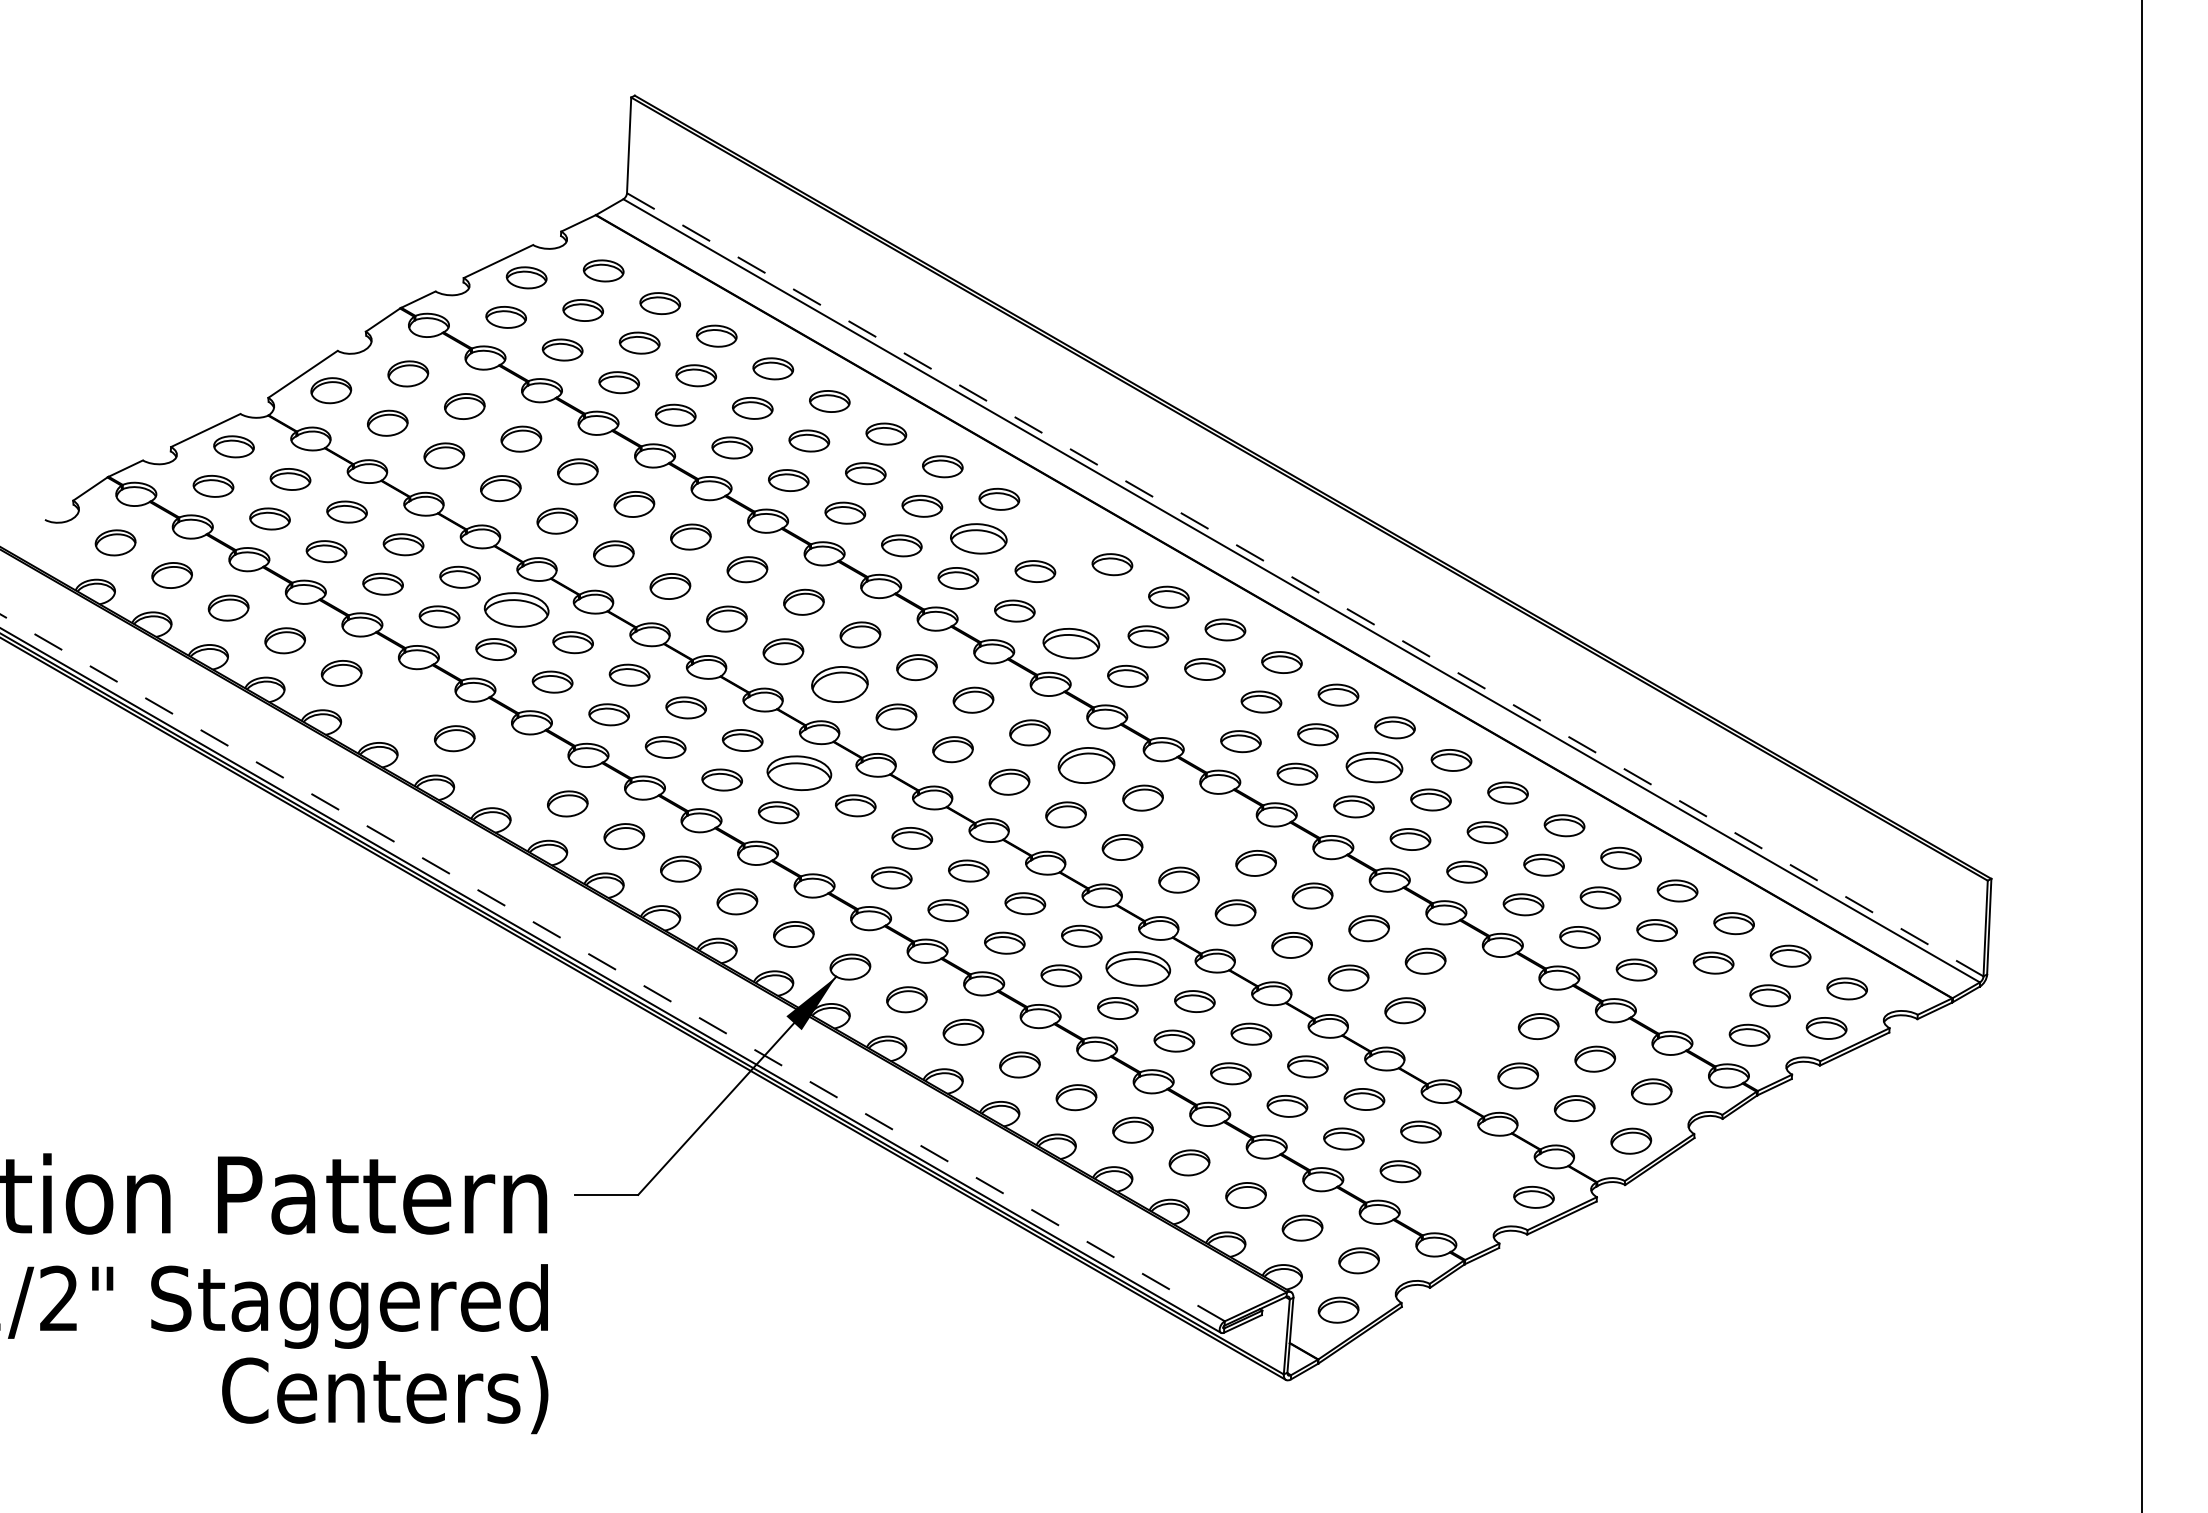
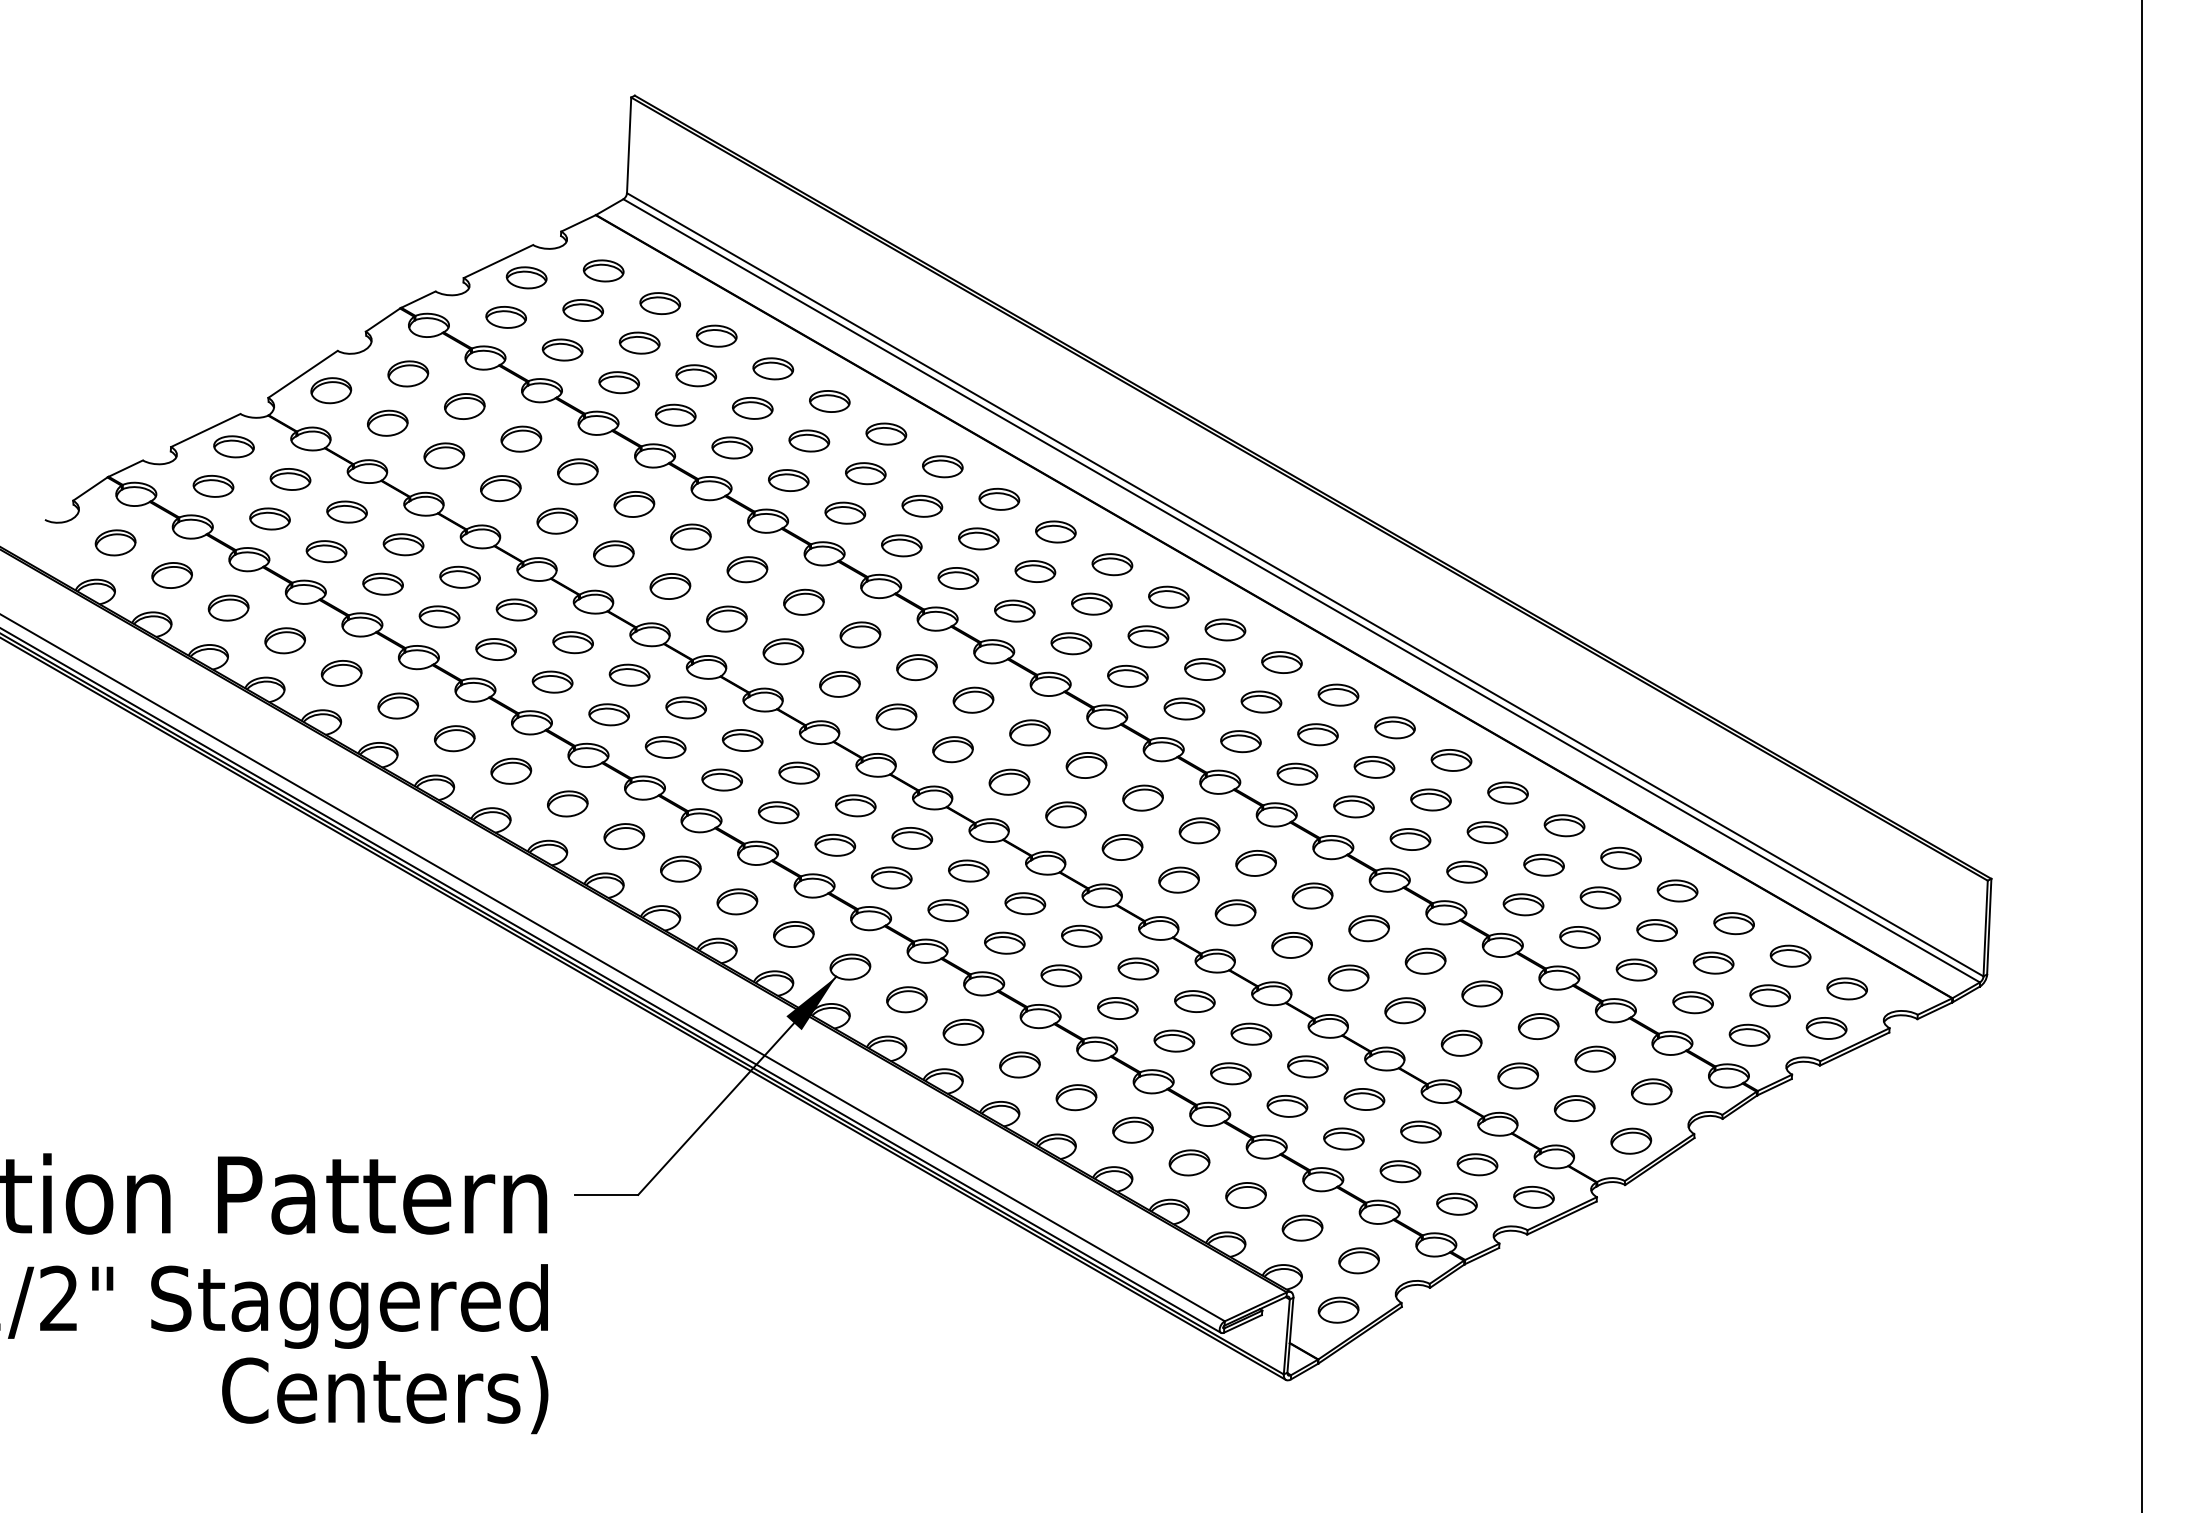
part at (1055, 531): none -> present
part at (978, 538) size: 58x32 px -> 42x24 px
line at (1305, 585): dashed -> solid
part at (1091, 603): none -> present
part at (516, 609) size: 67x36 px -> 43x24 px
part at (1071, 643) size: 59x32 px -> 43x24 px
part at (839, 684) size: 58x37 px -> 42x28 px
part at (398, 705): none -> present
part at (1184, 708): none -> present
part at (1086, 765) size: 59x37 px -> 43x27 px
part at (1374, 767) size: 59x33 px -> 43x24 px
part at (511, 770): none -> present
part at (799, 772) size: 67x36 px -> 42x24 px
part at (1199, 830): none -> present
part at (835, 844): none -> present
line at (612, 967): dashed -> solid
part at (1138, 968) size: 67x36 px -> 43x24 px
part at (1482, 993): none -> present
part at (1692, 1002): none -> present
part at (1461, 1042): none -> present
part at (1477, 1164): none -> present
part at (1456, 1203): none -> present
